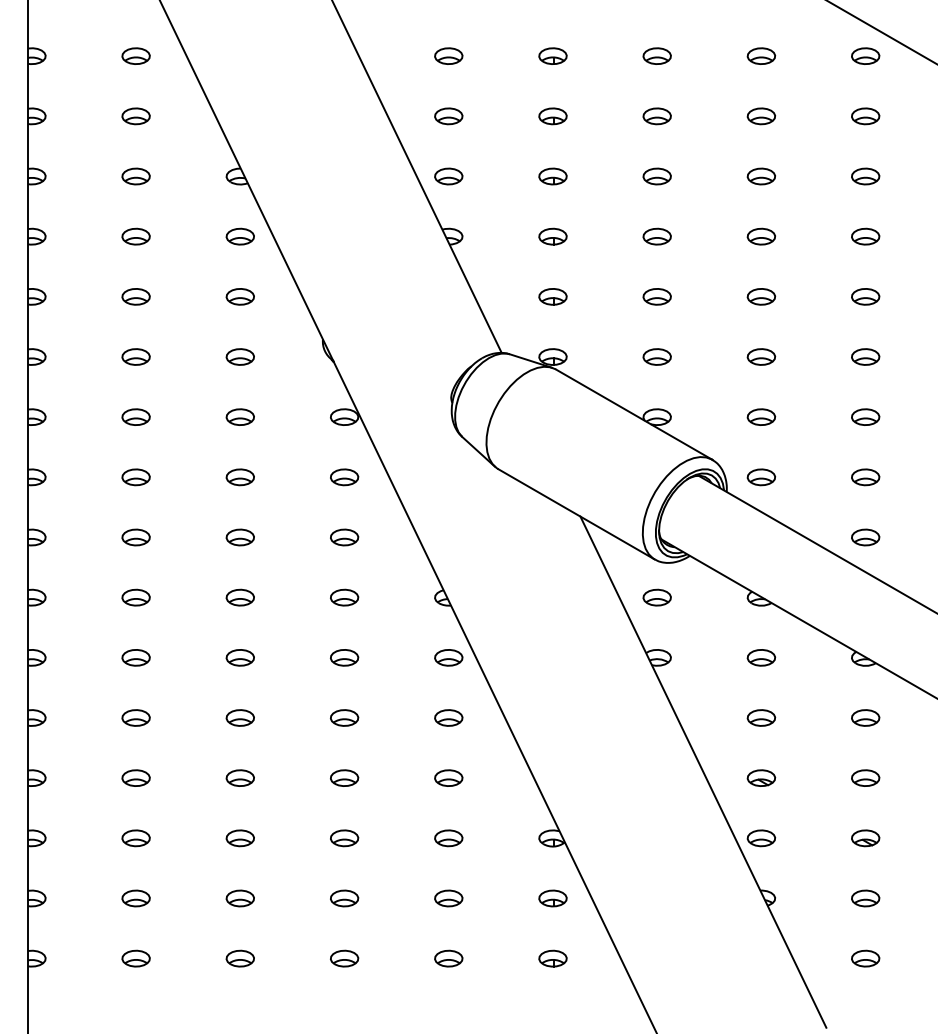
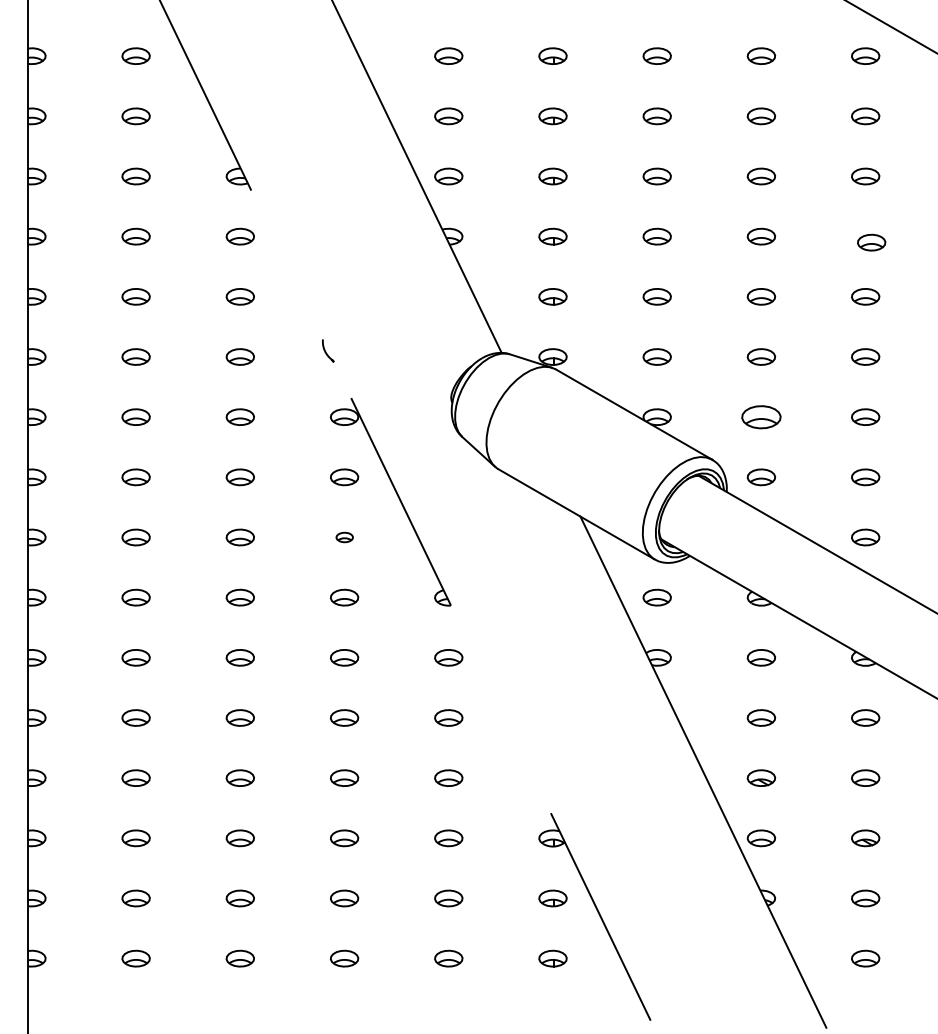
line at (881, 32) position: (881, 32) -> (891, 27)
part at (865, 236) position: (865, 236) -> (871, 242)
part at (761, 416) size: 31x18 px -> 41x25 px
line at (408, 517): solid -> dashed
part at (344, 537) size: 30x19 px -> 19x13 px
